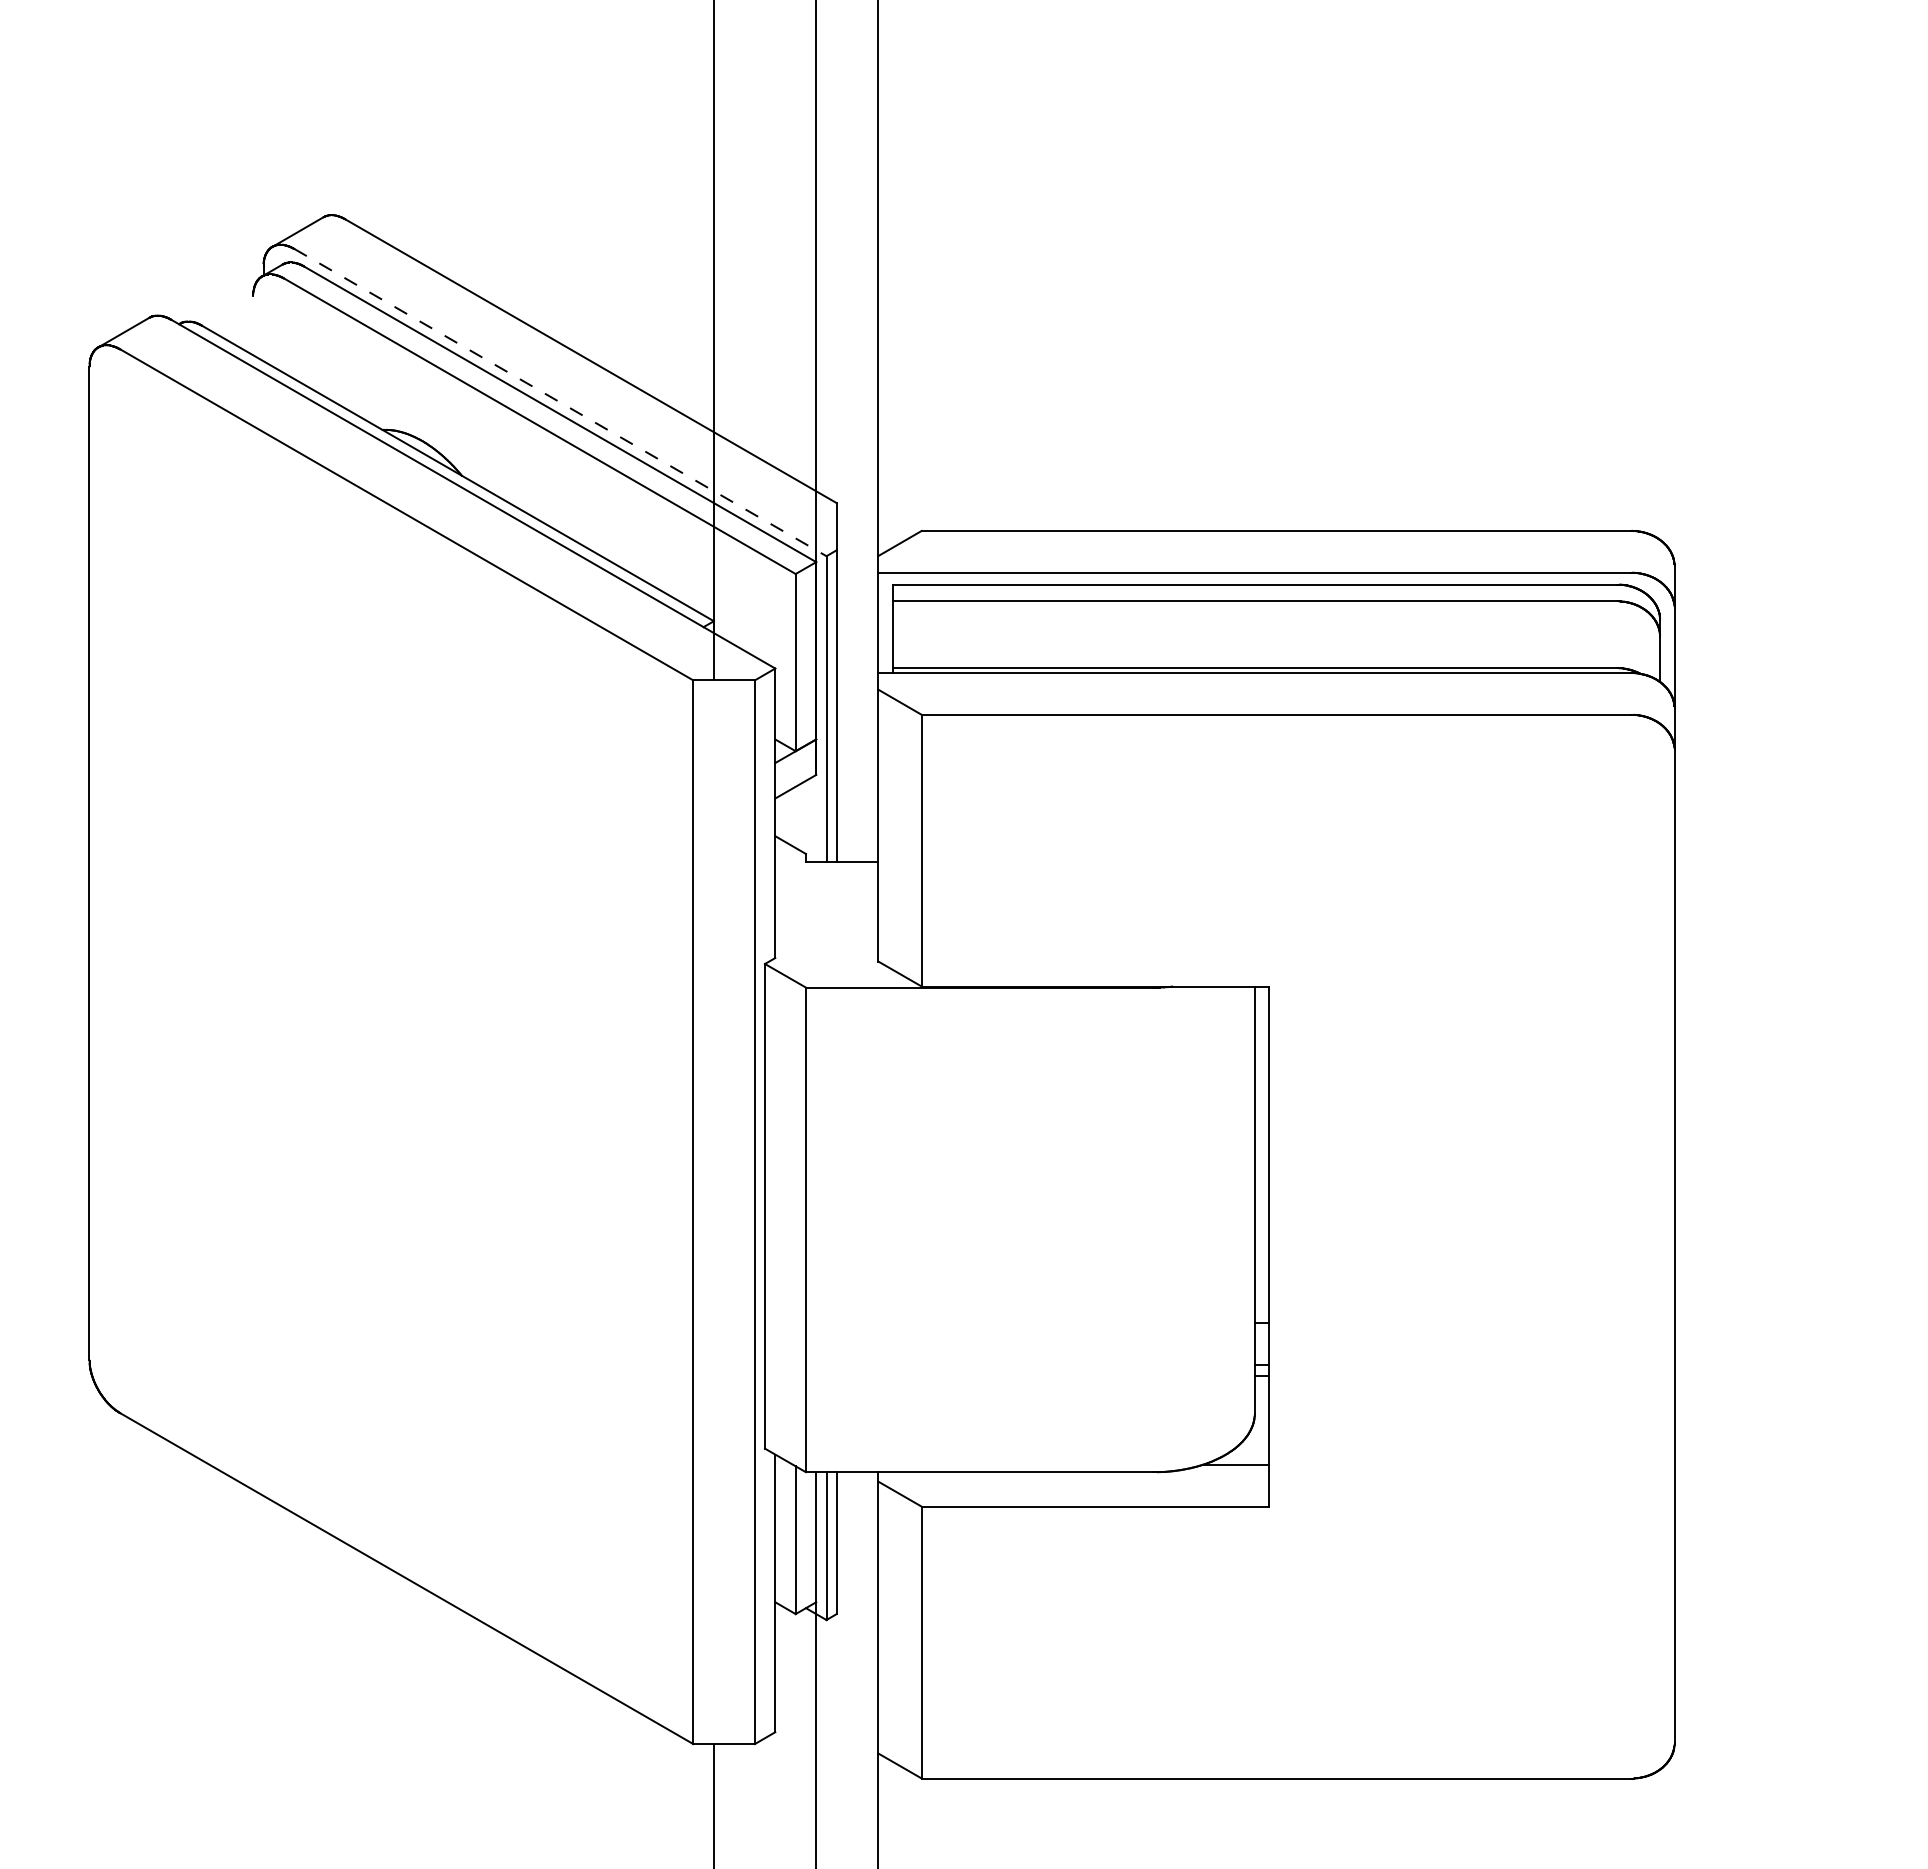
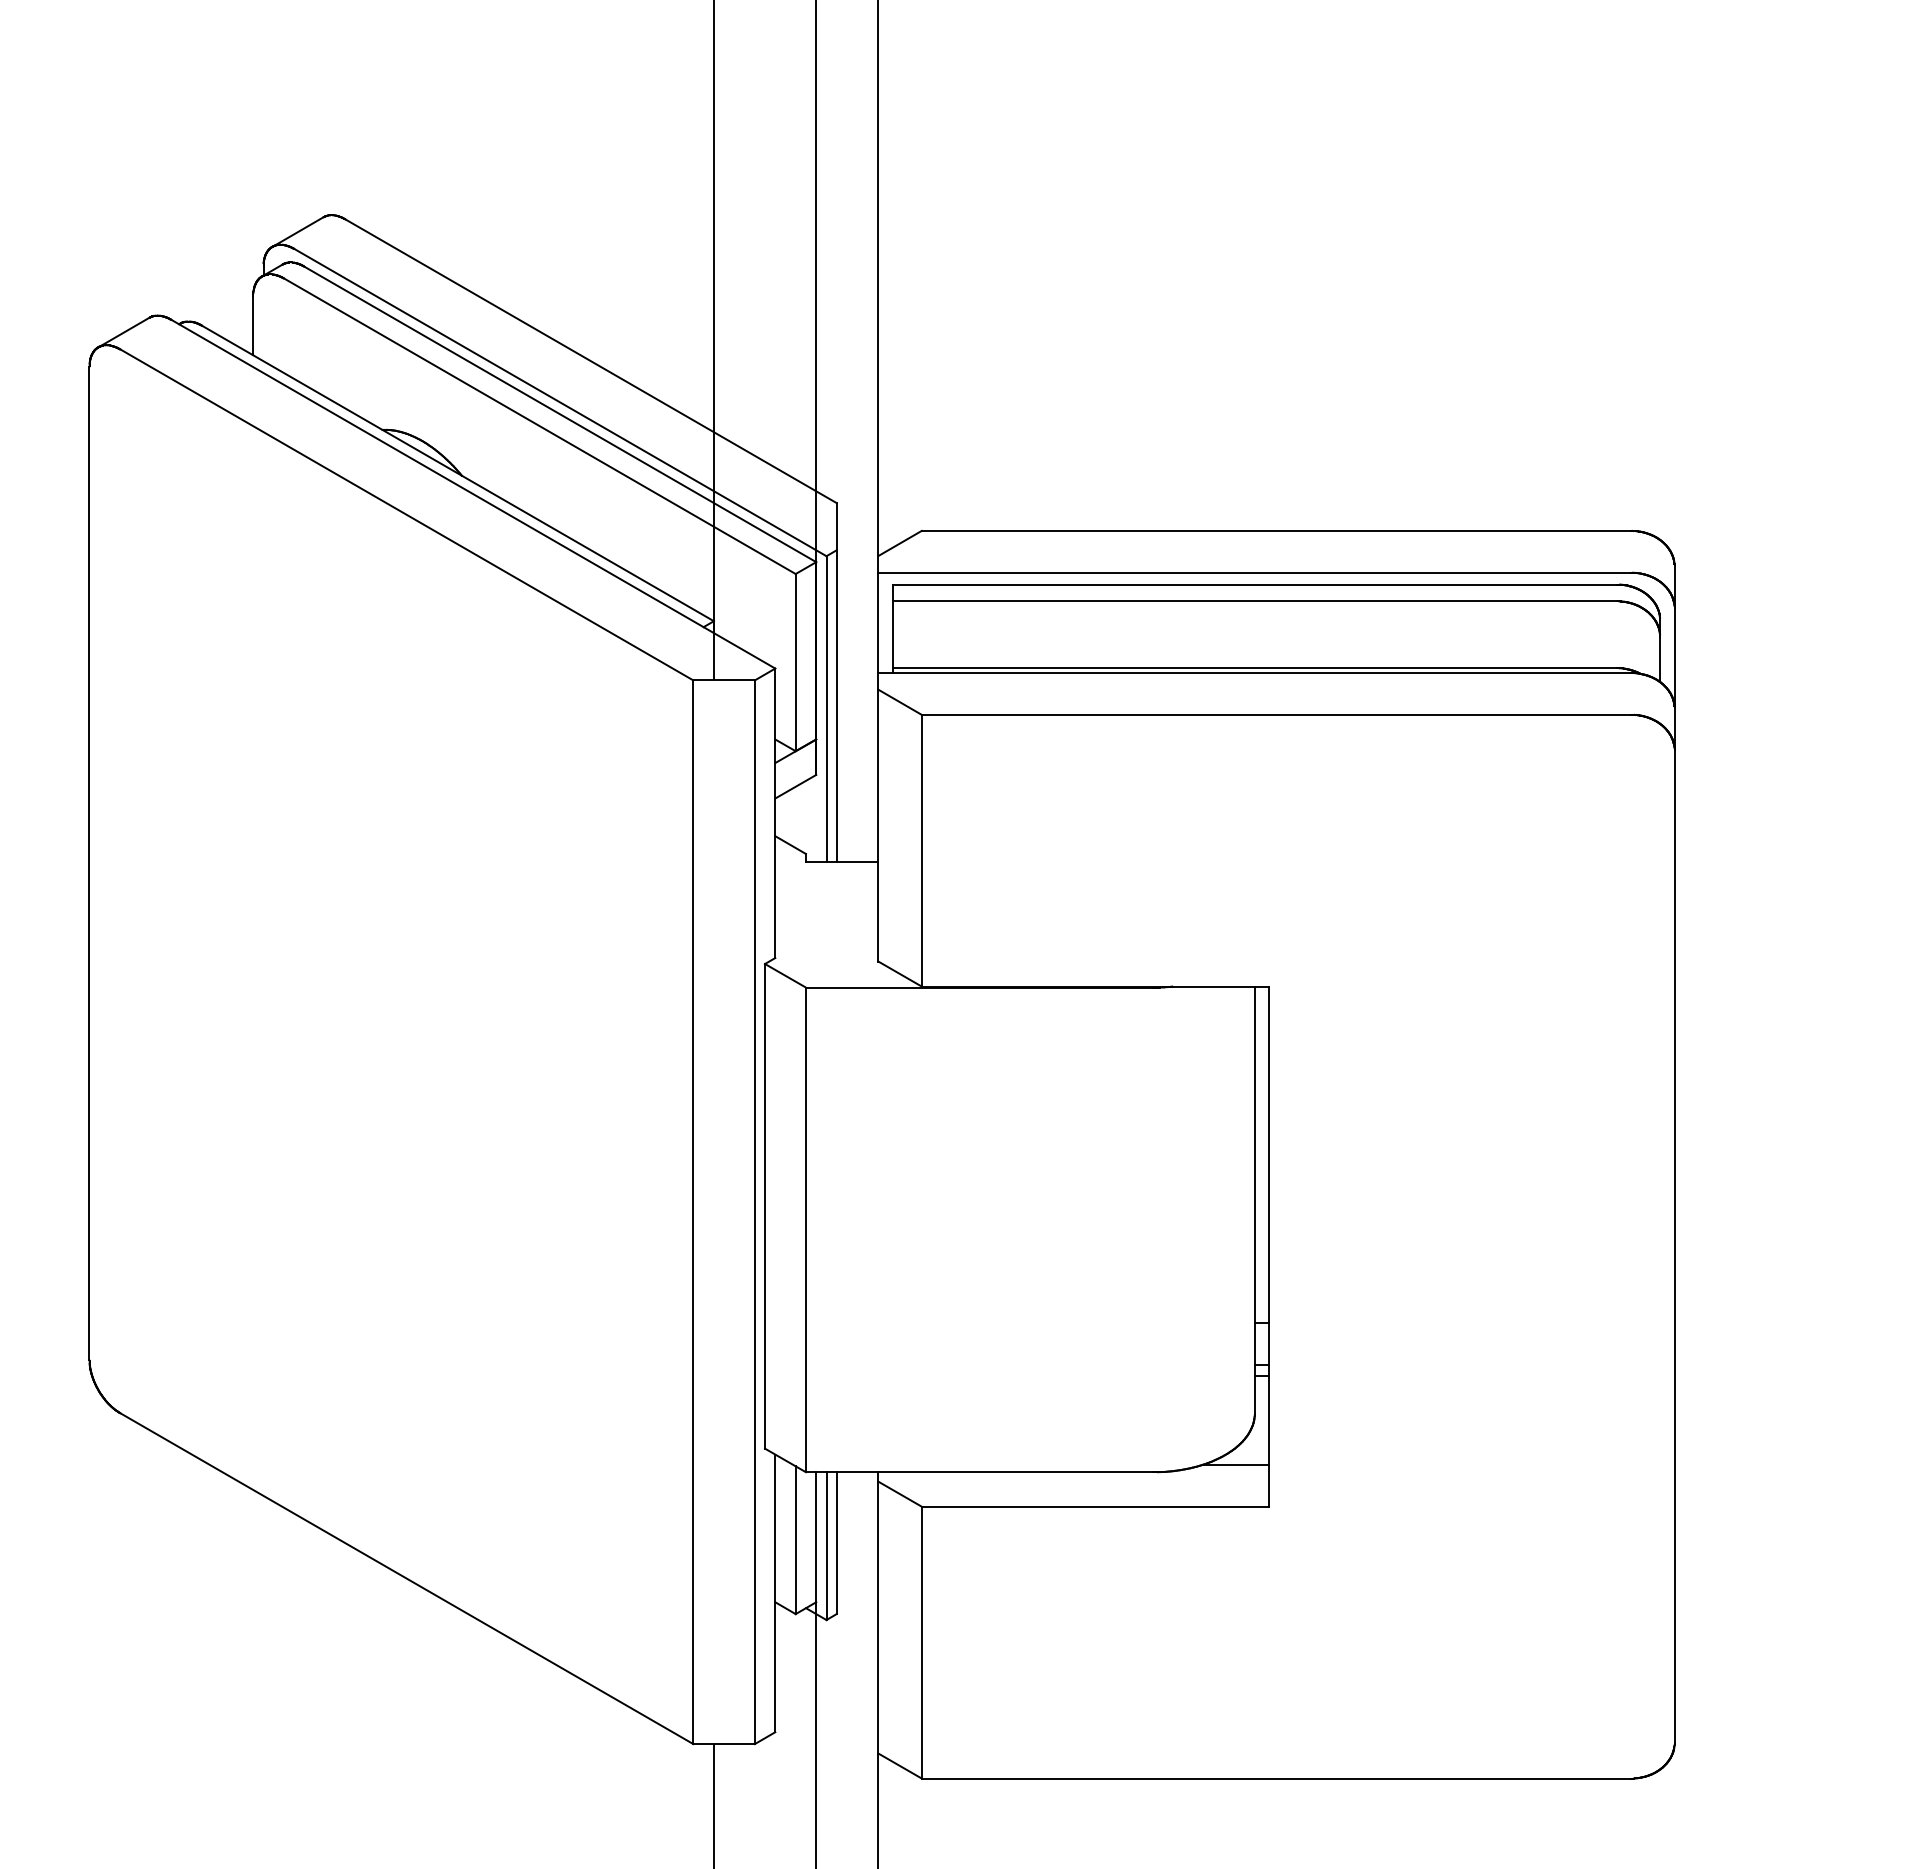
line at (253, 325): none -> present
line at (560, 402): dashed -> solid
